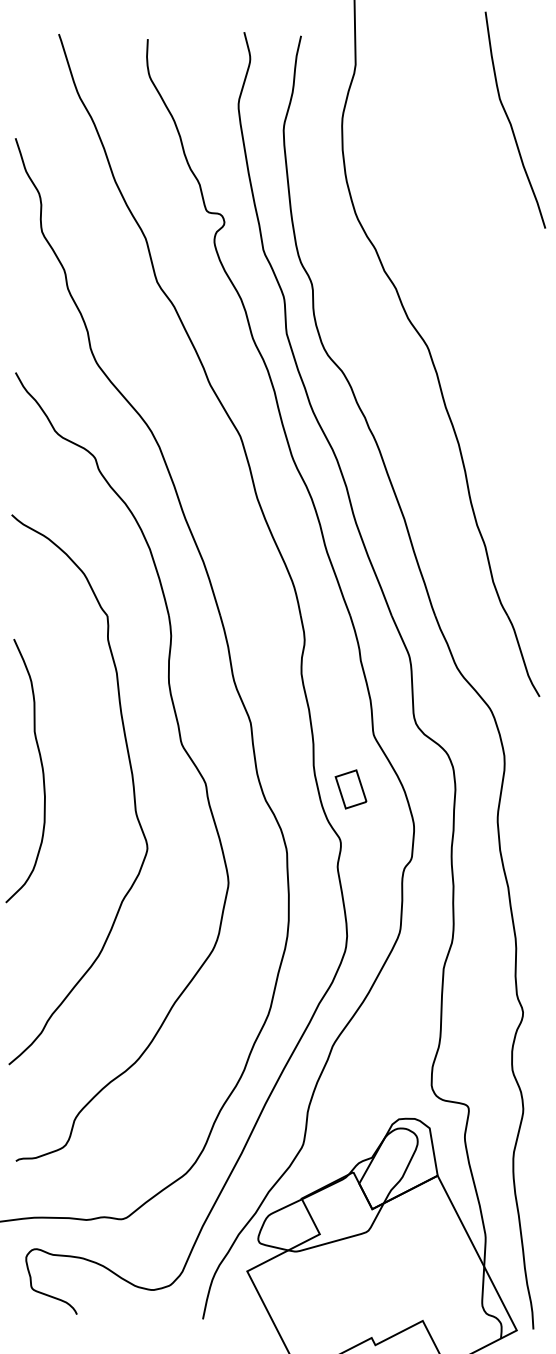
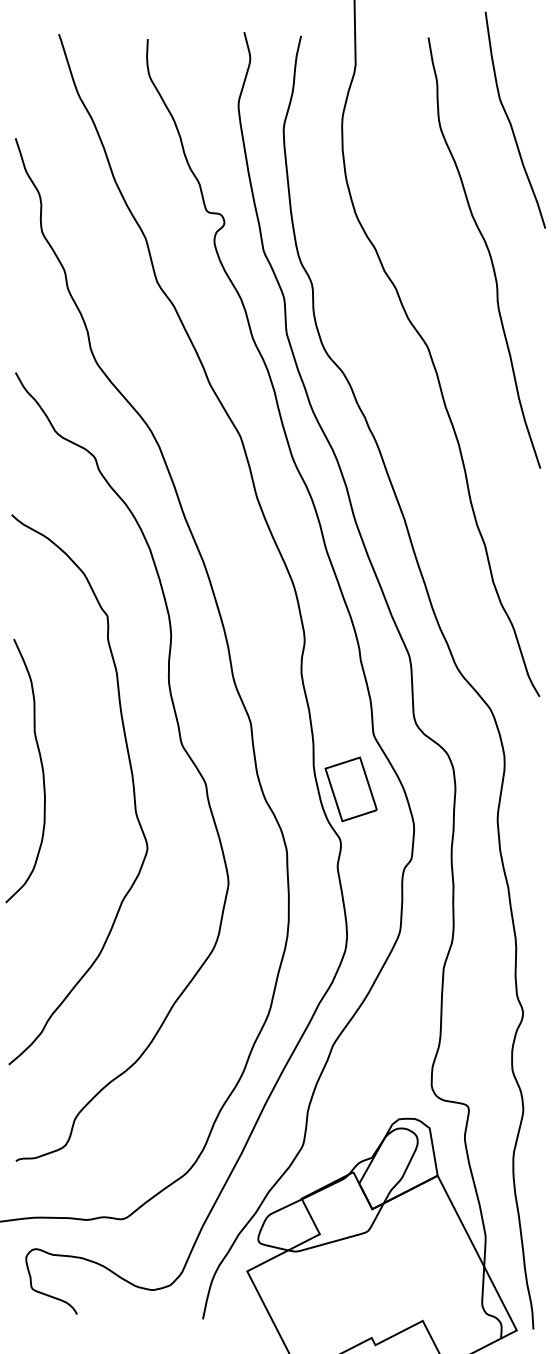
curve at (487, 250): none -> present
part at (350, 789) size: 34x41 px -> 54x67 px
